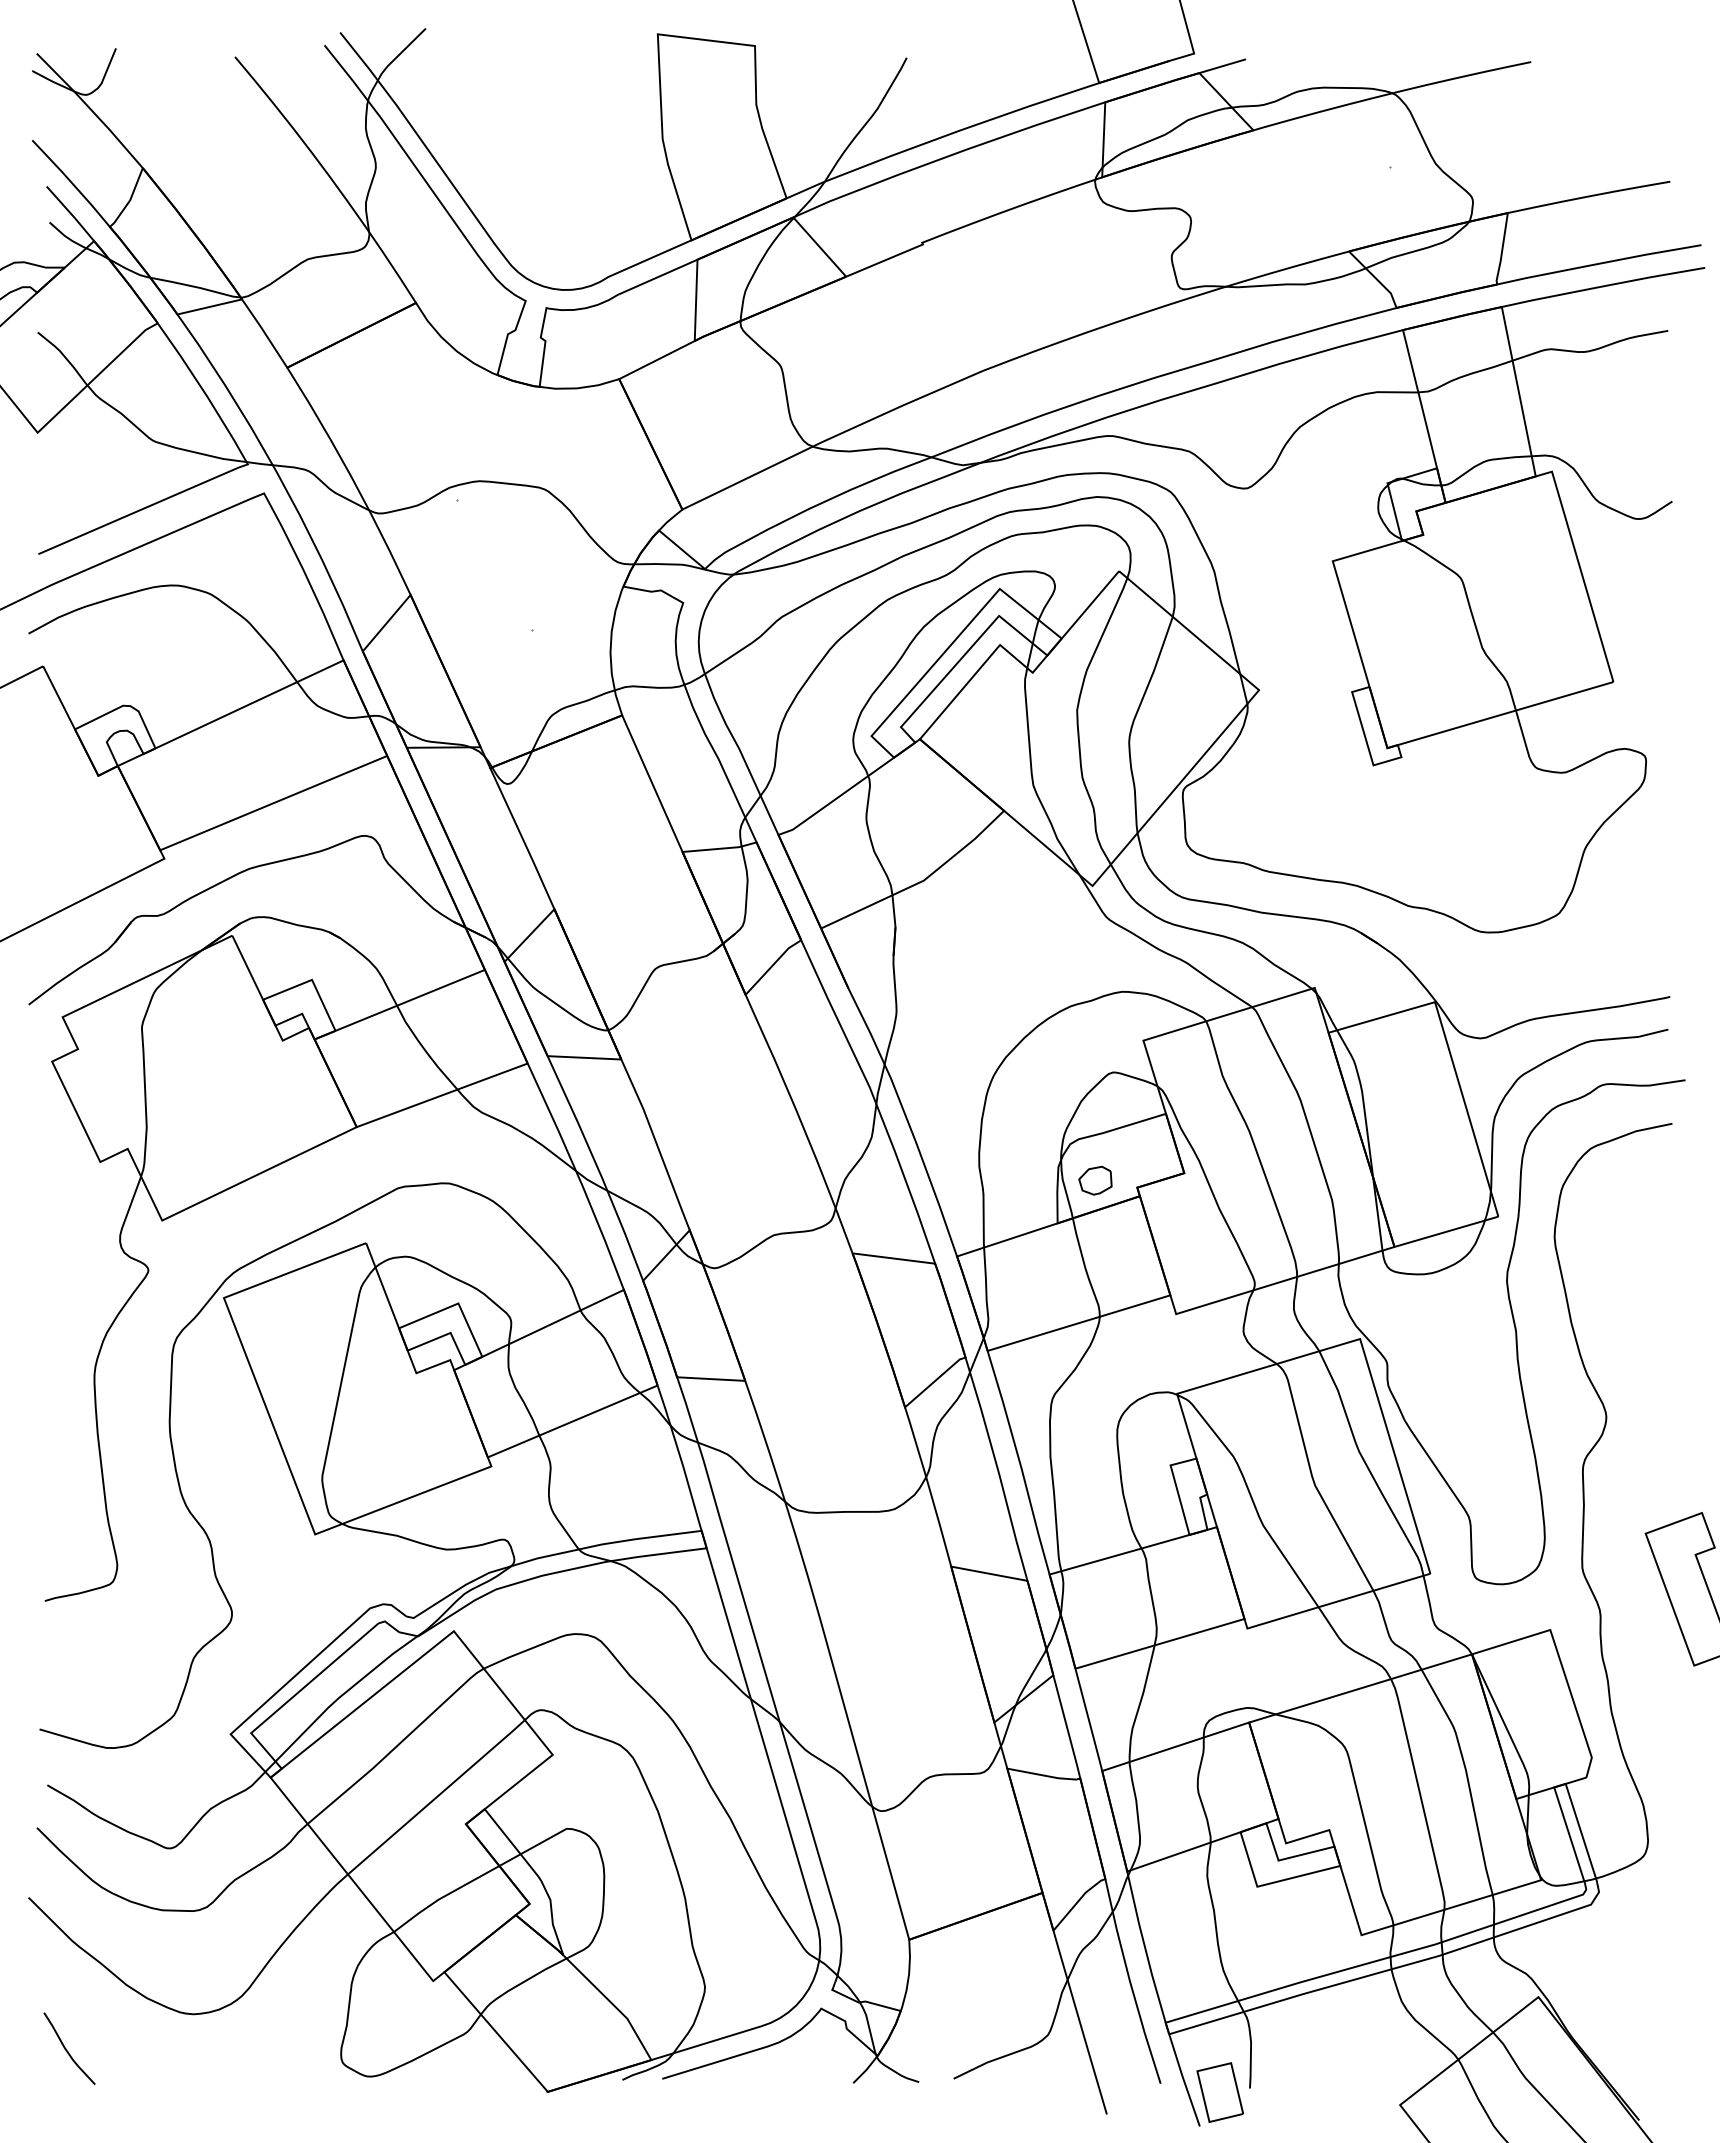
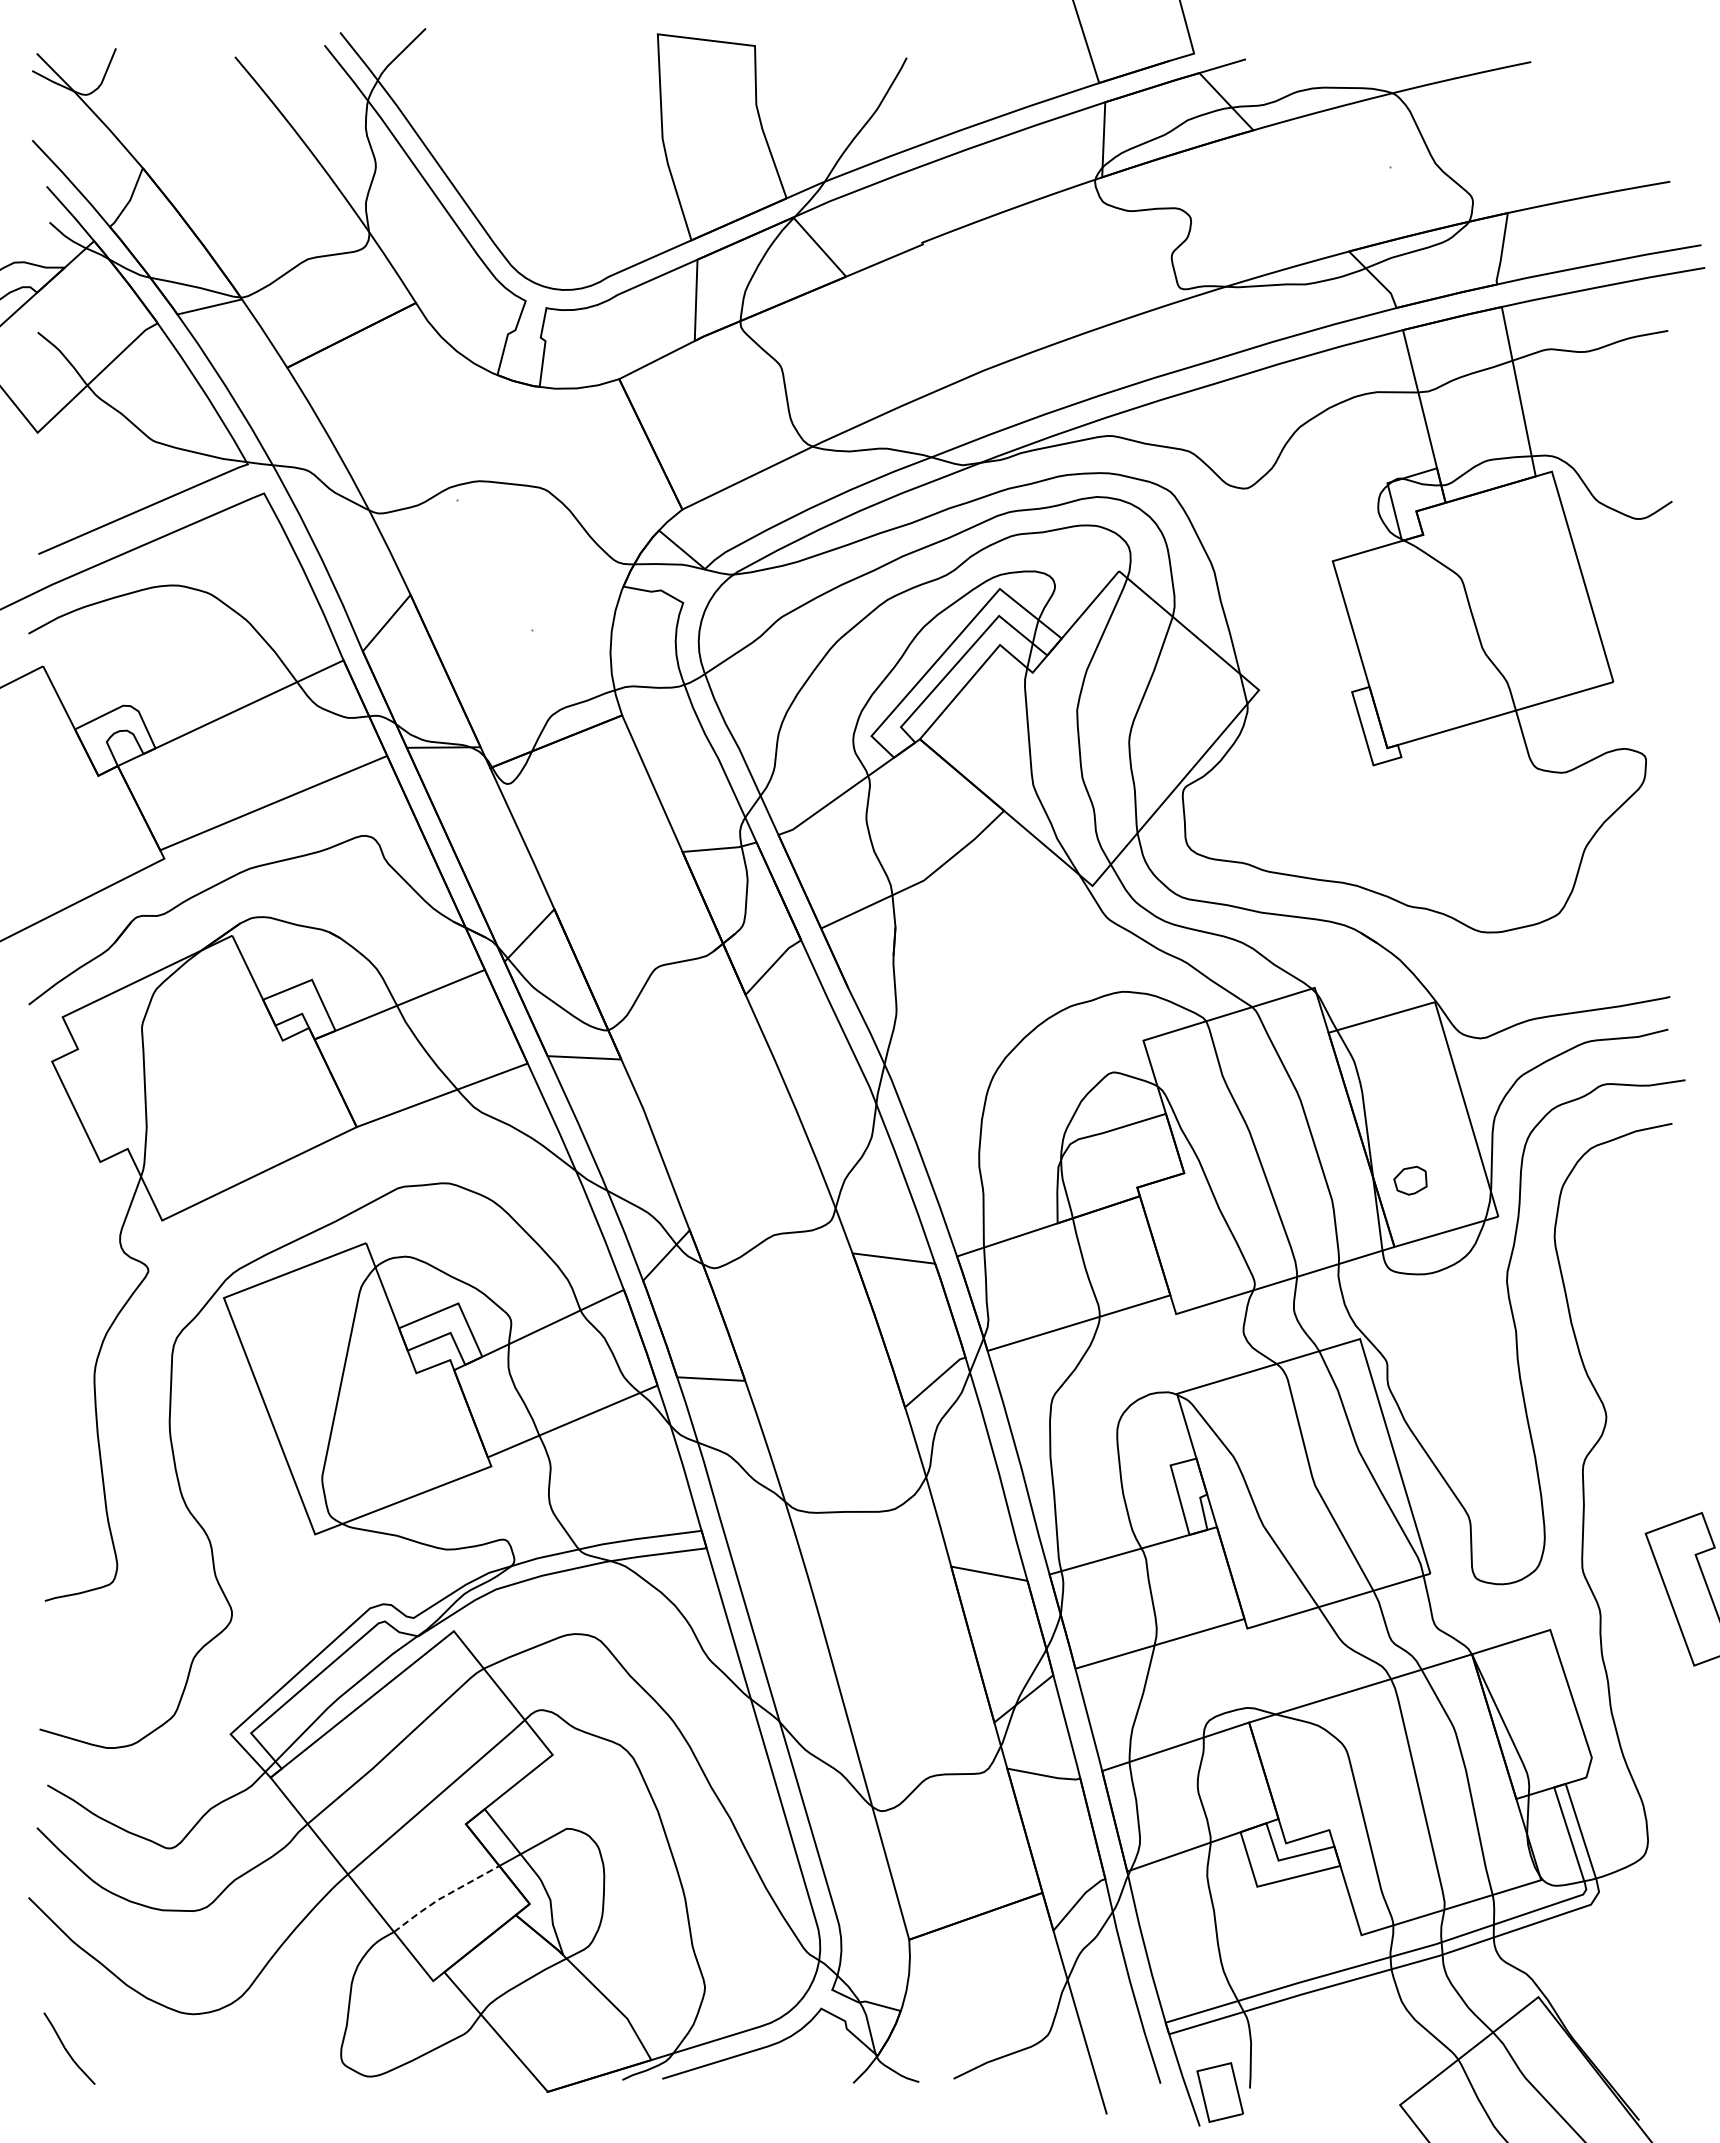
part at (1095, 1180) position: (1095, 1180) -> (1410, 1180)
line at (443, 1896): solid -> dashed
